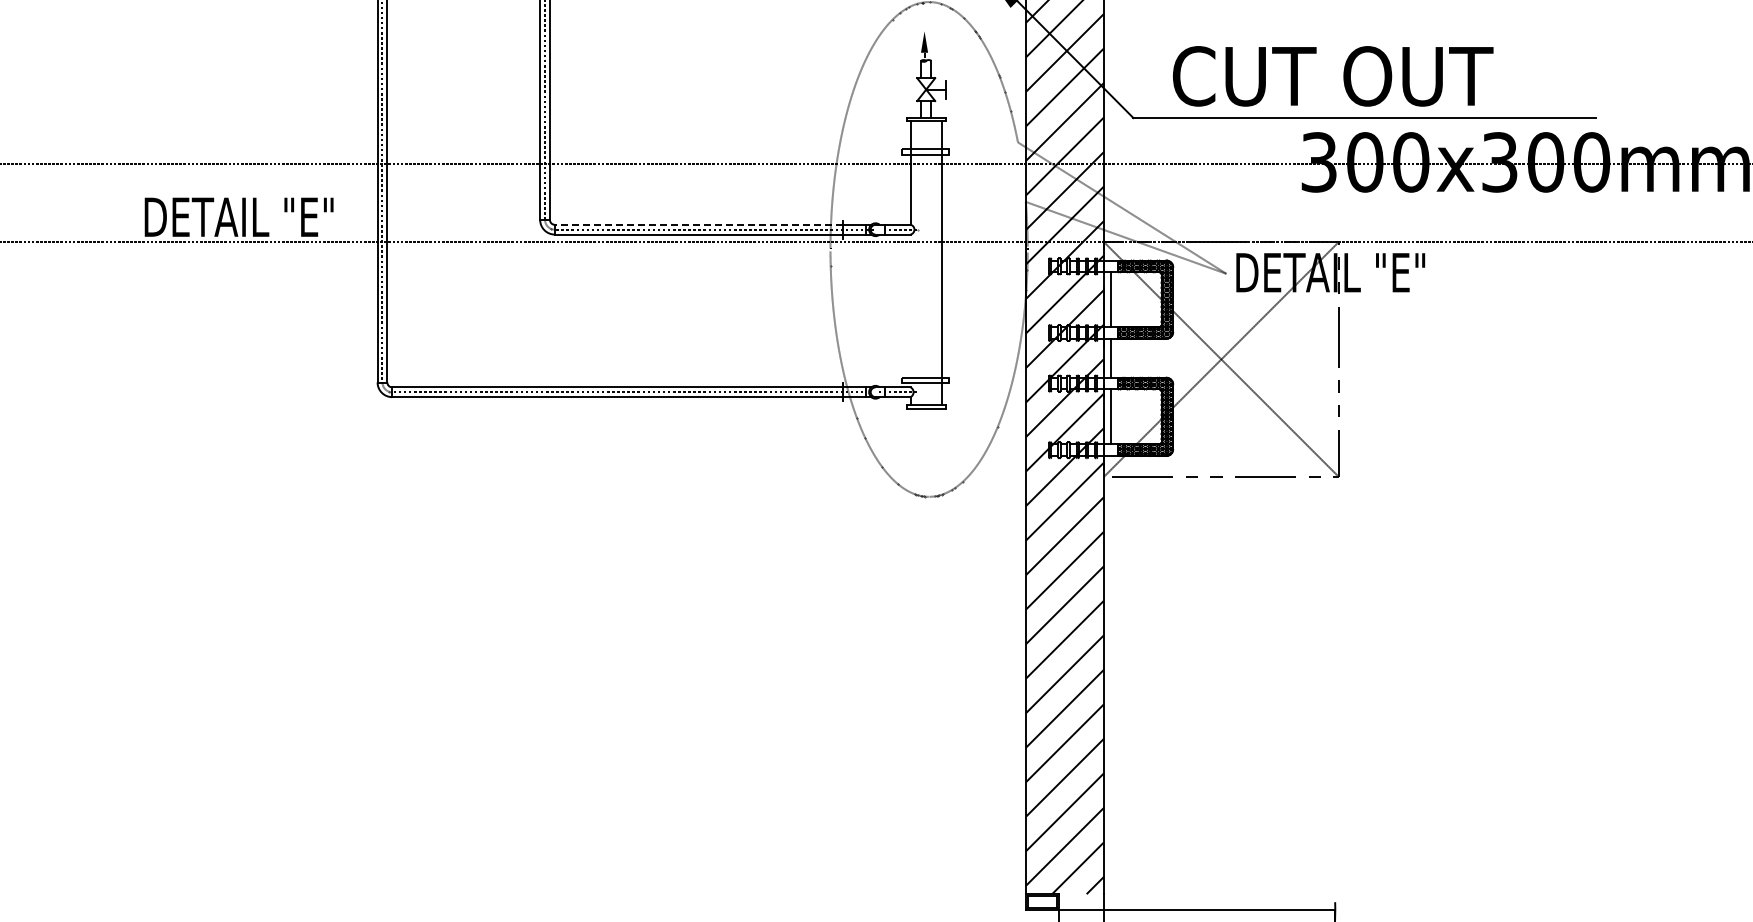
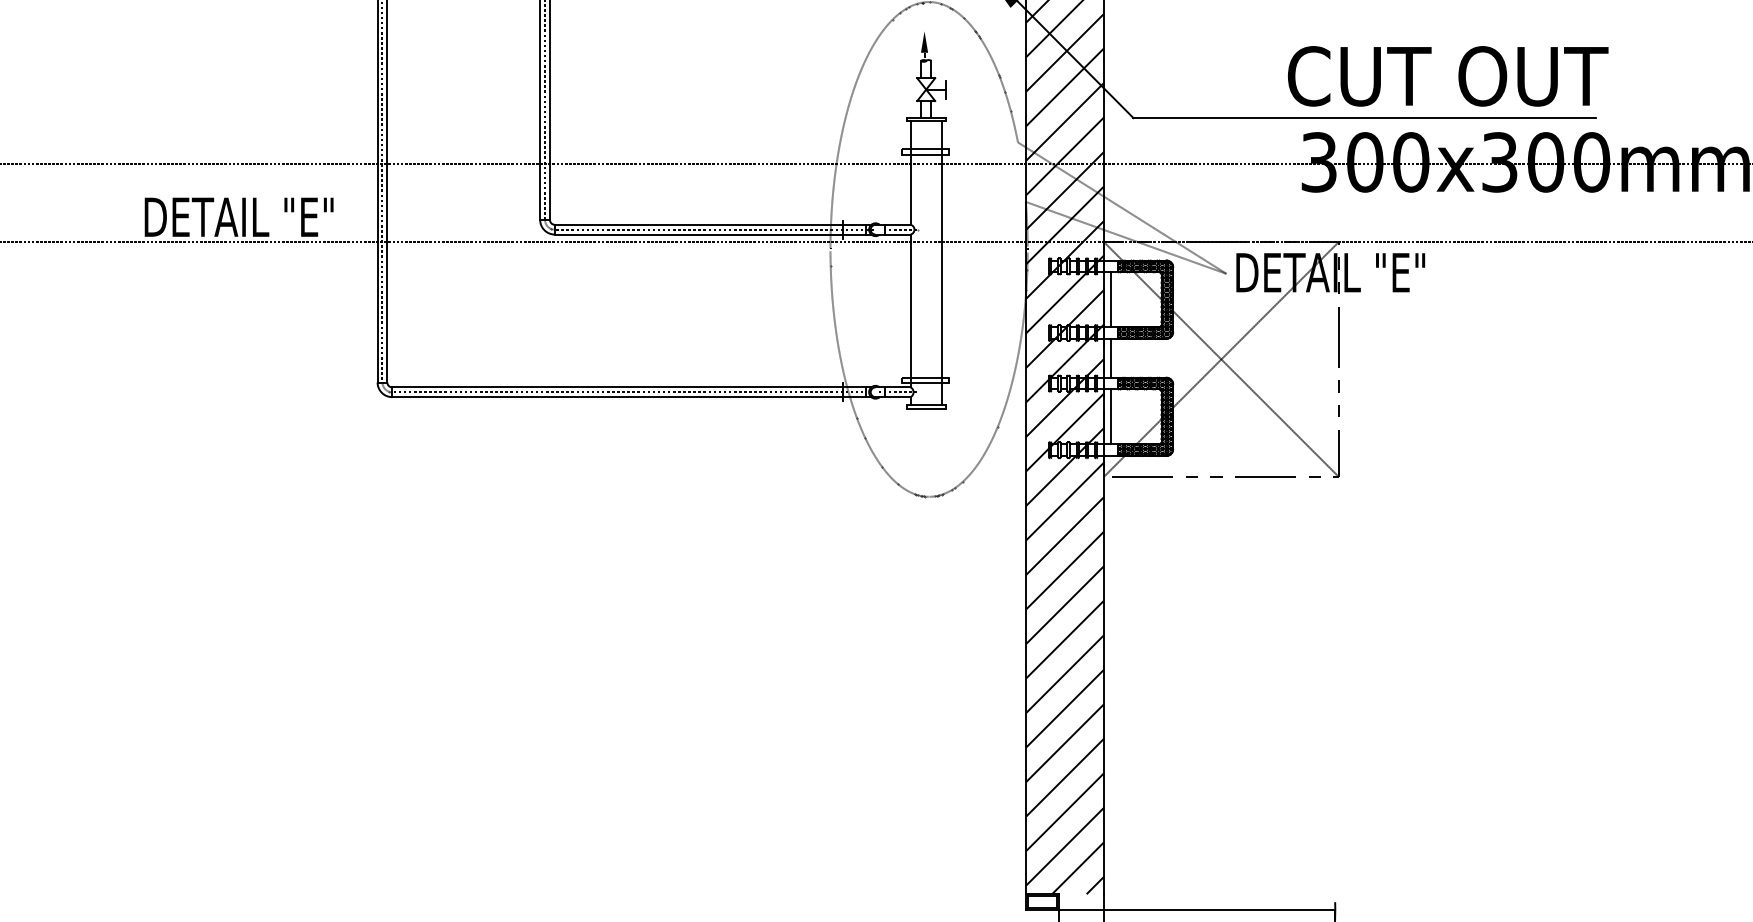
text at (1333, 76) position: (1333, 76) -> (1448, 76)
line at (698, 224): dashed -> solid
line at (910, 310): none -> present
